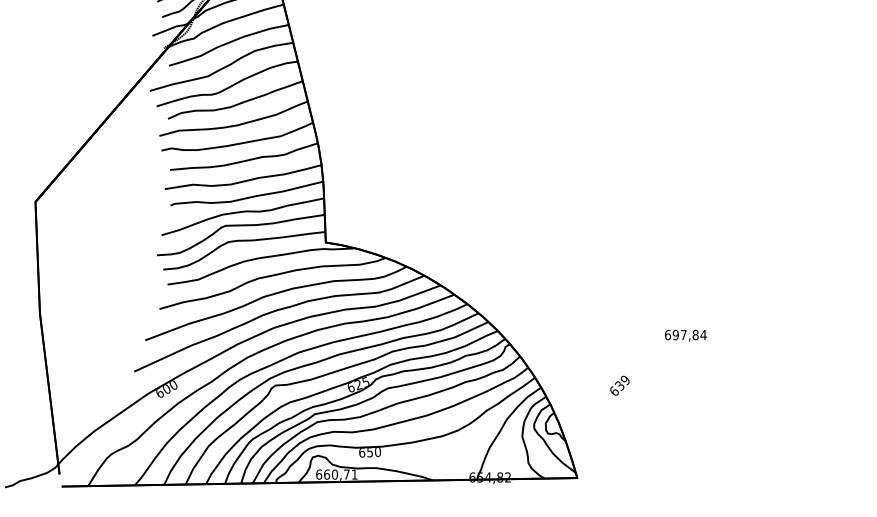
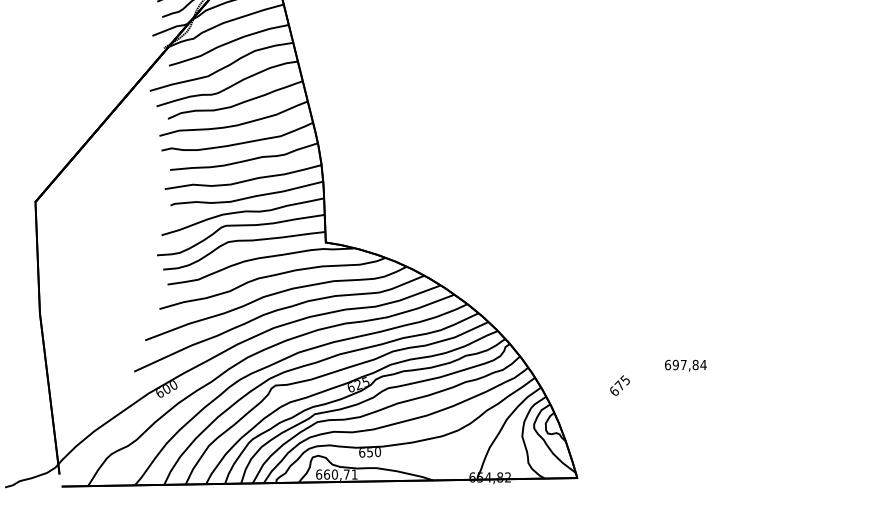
text at (685, 335) position: (685, 335) -> (685, 365)
text at (621, 383): 639 -> 675
